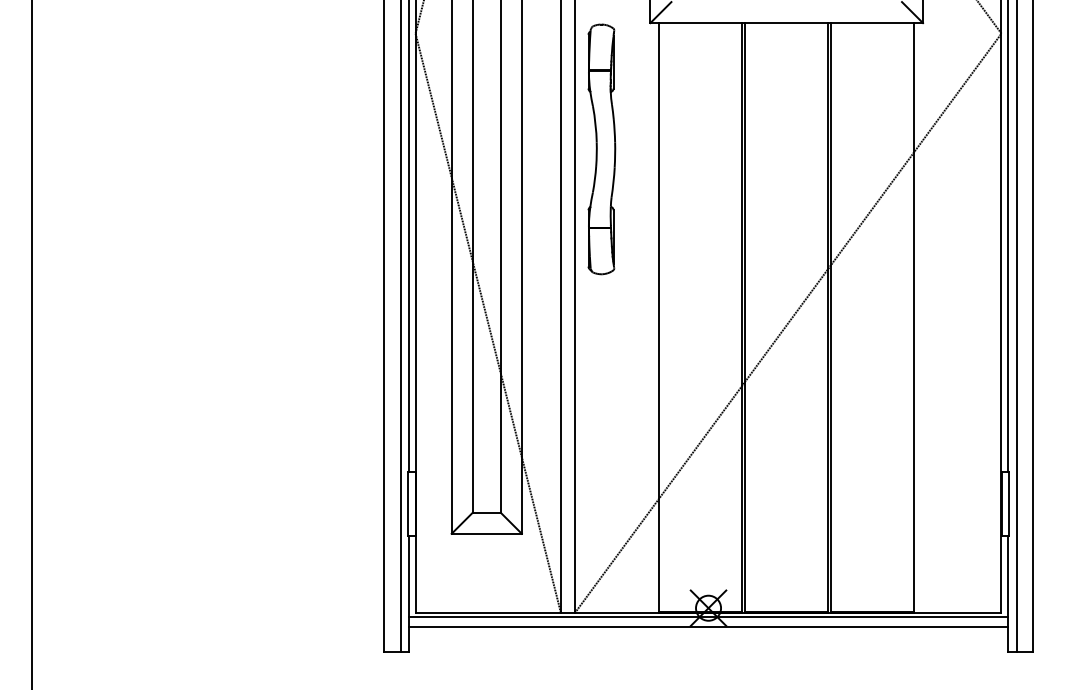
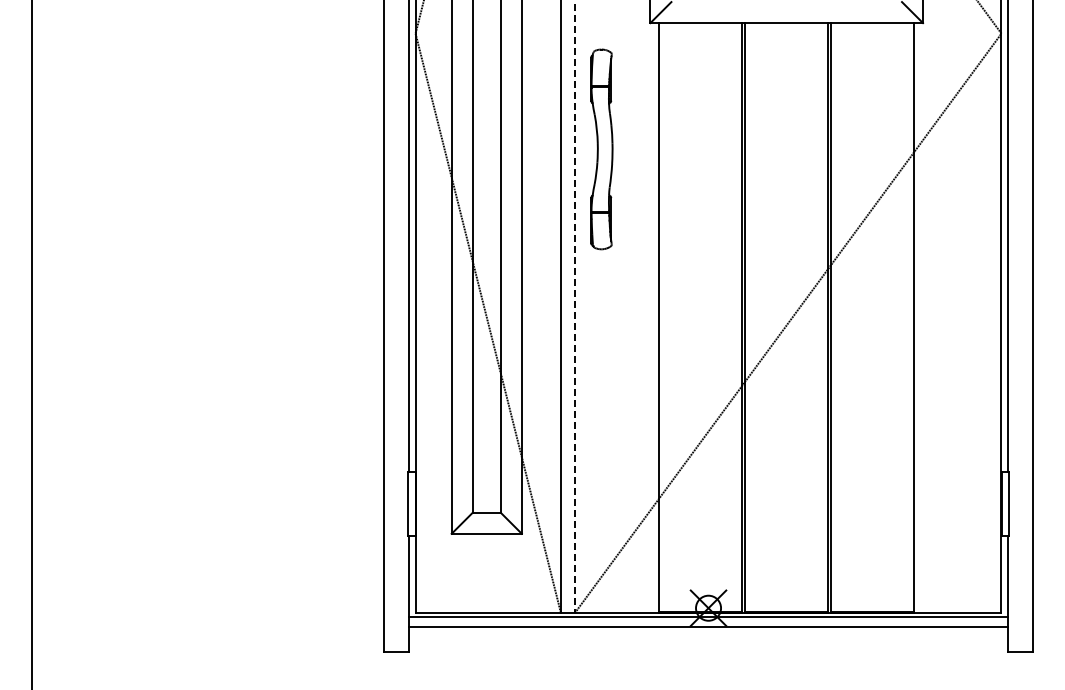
part at (601, 149) size: 30x253 px -> 24x203 px
line at (574, 307): solid -> dashed
line at (400, 326): present -> none
line at (1016, 326): present -> none
